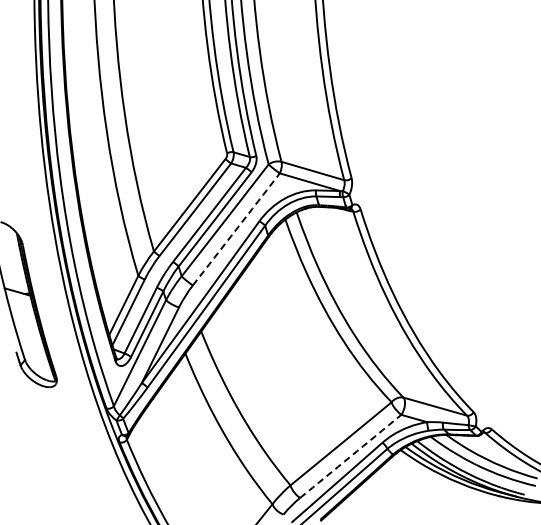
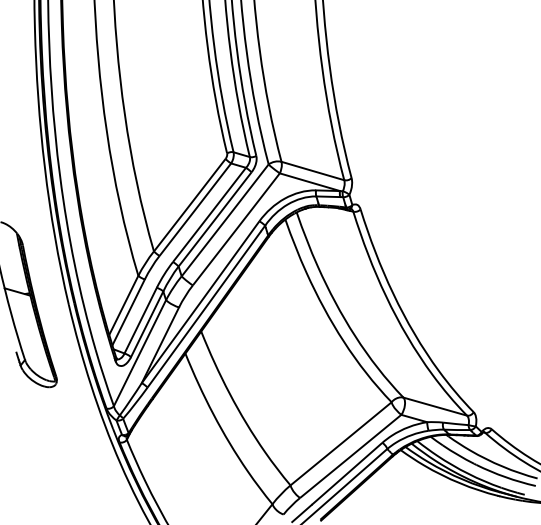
arc at (236, 229): dashed -> solid
arc at (350, 456): dashed -> solid
